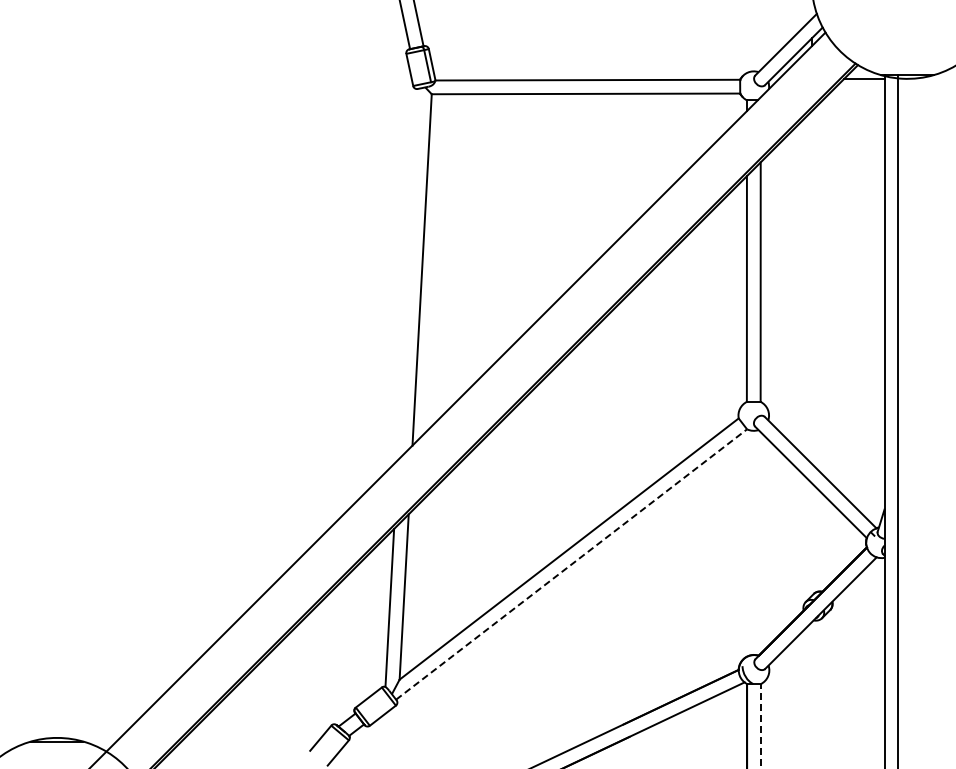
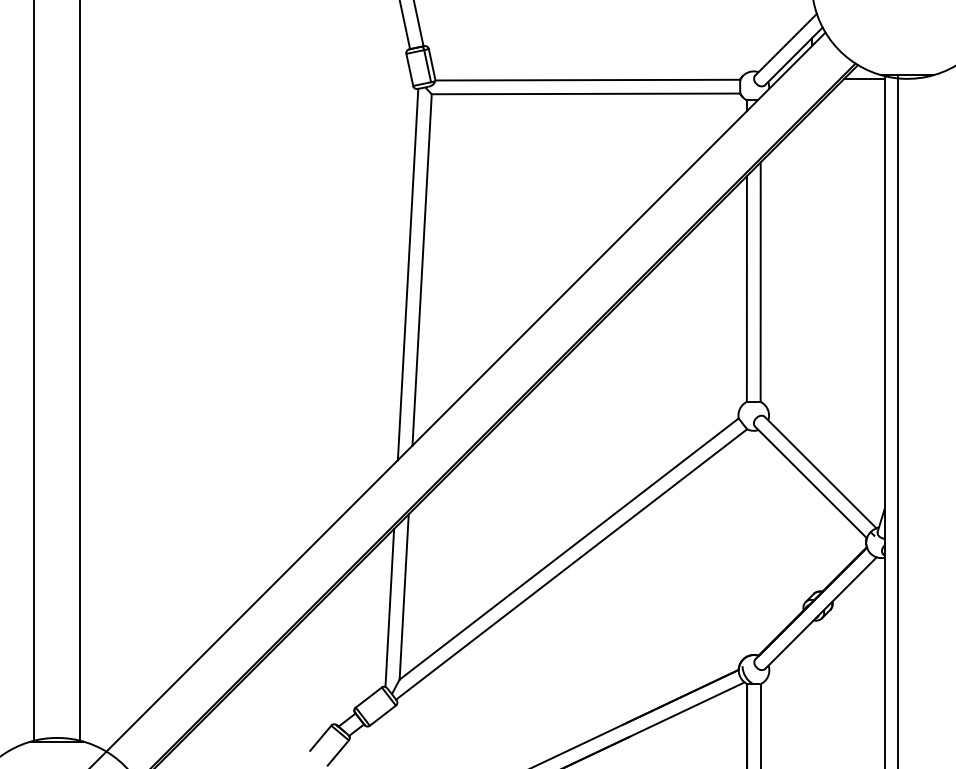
line at (407, 274): none -> present
line at (34, 371): none -> present
line at (80, 371): none -> present
line at (571, 564): dashed -> solid
line at (760, 725): dashed -> solid
